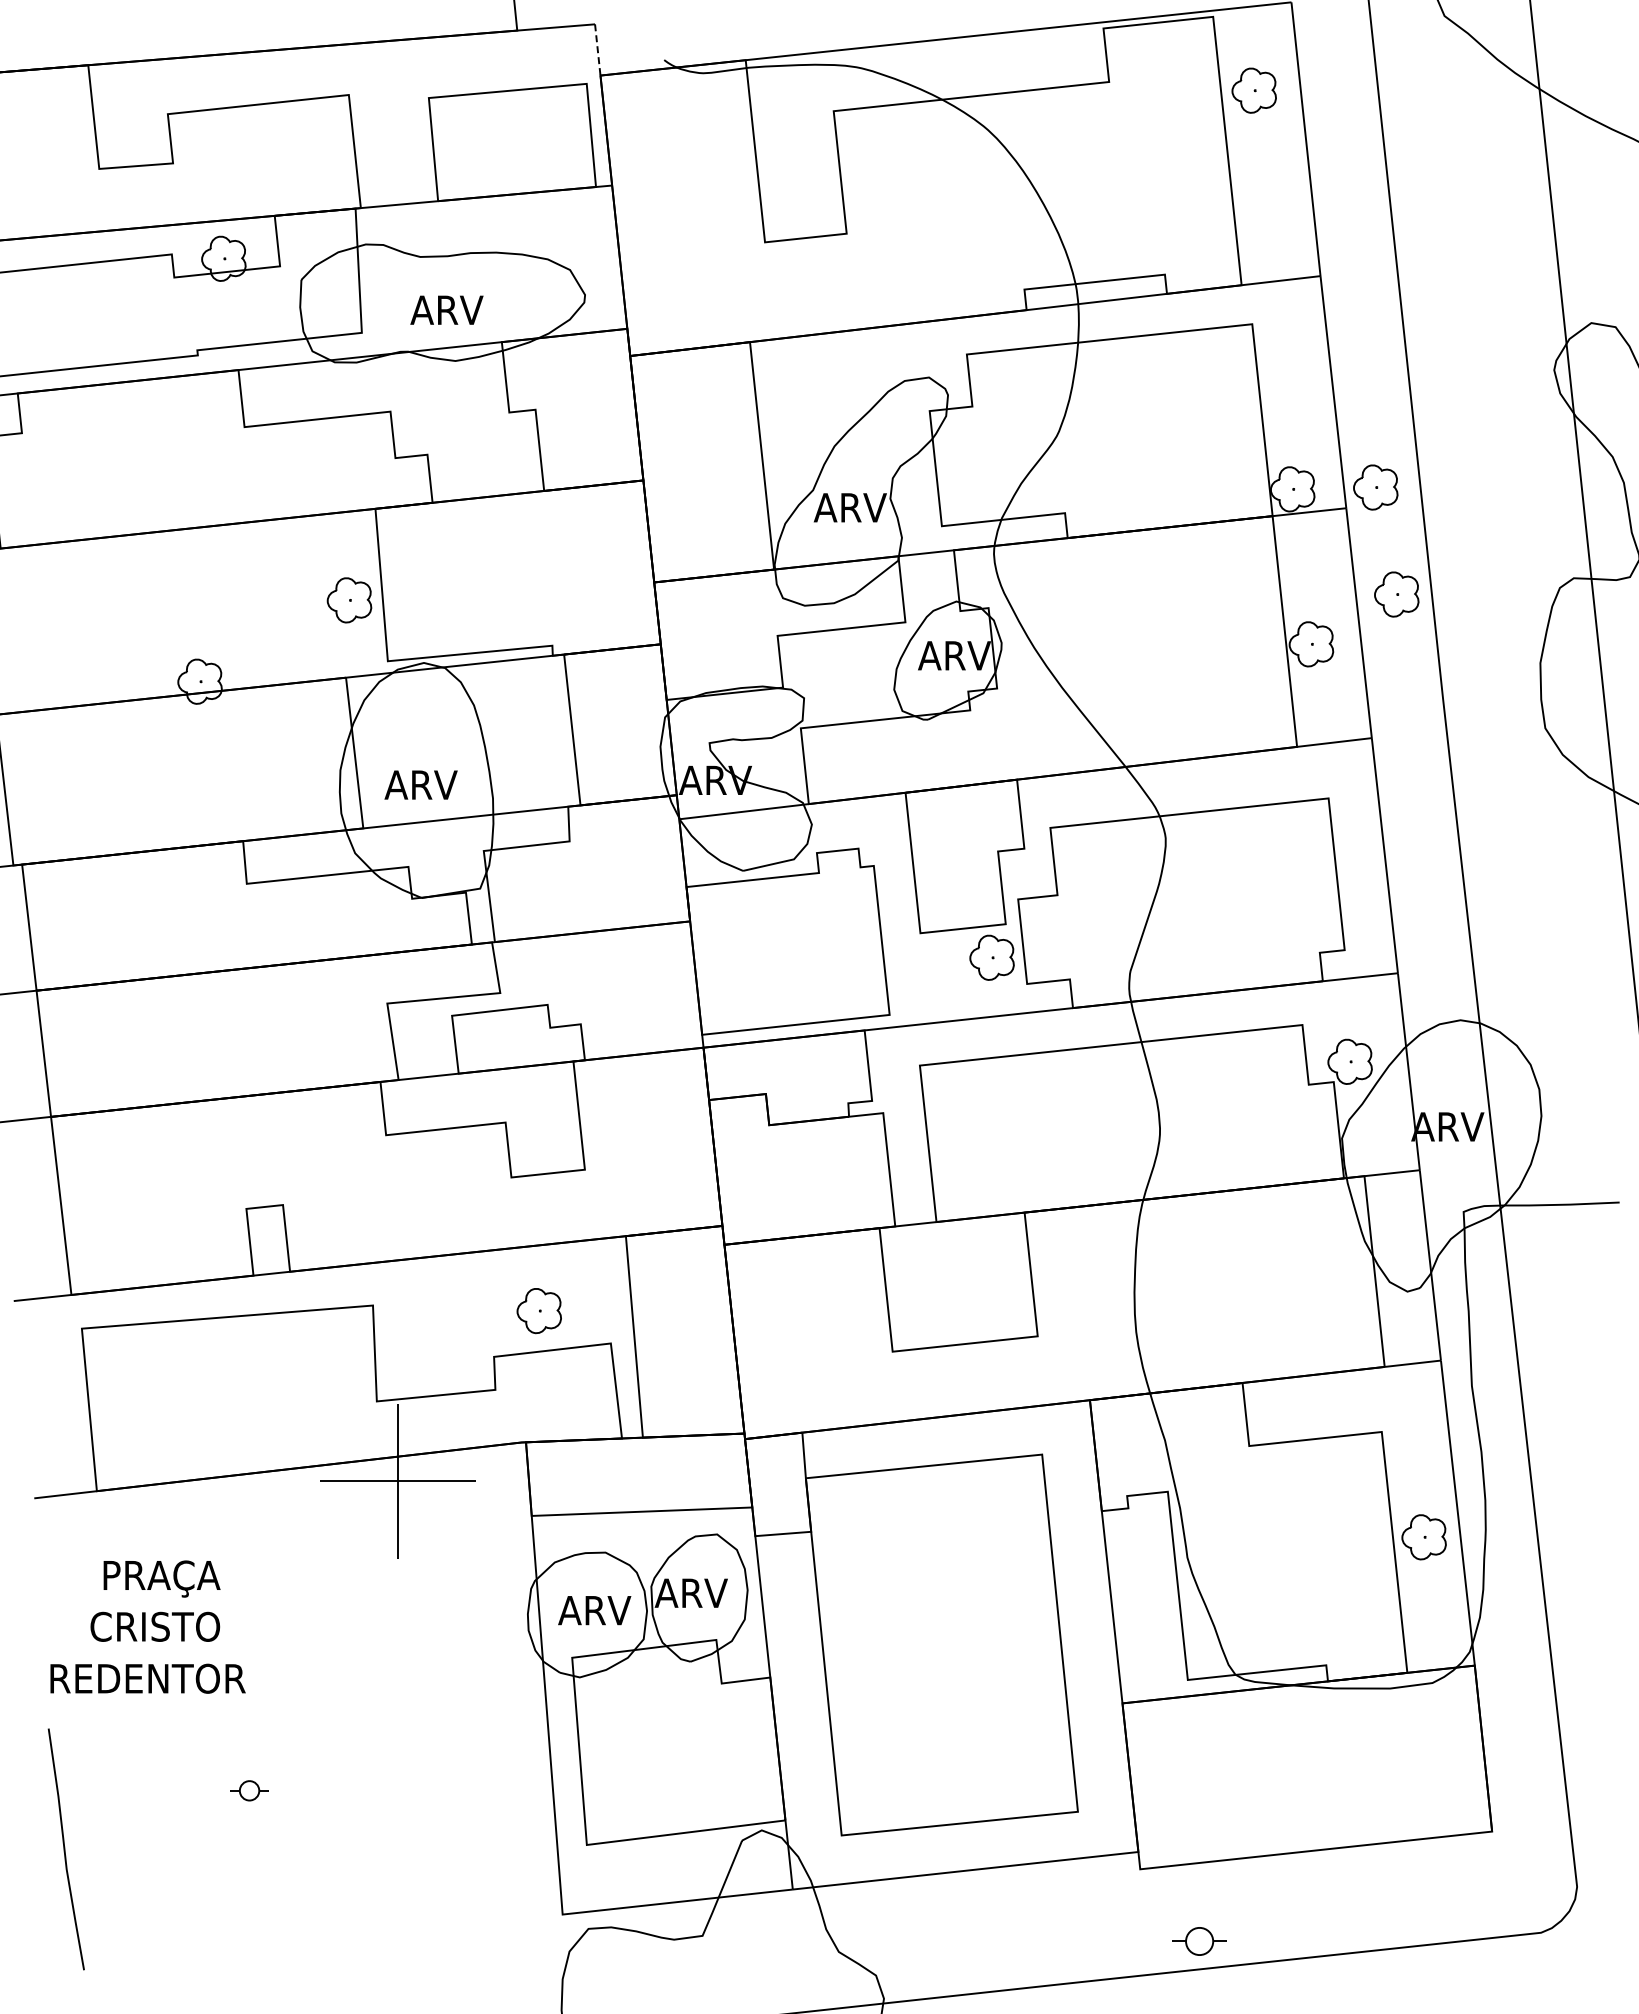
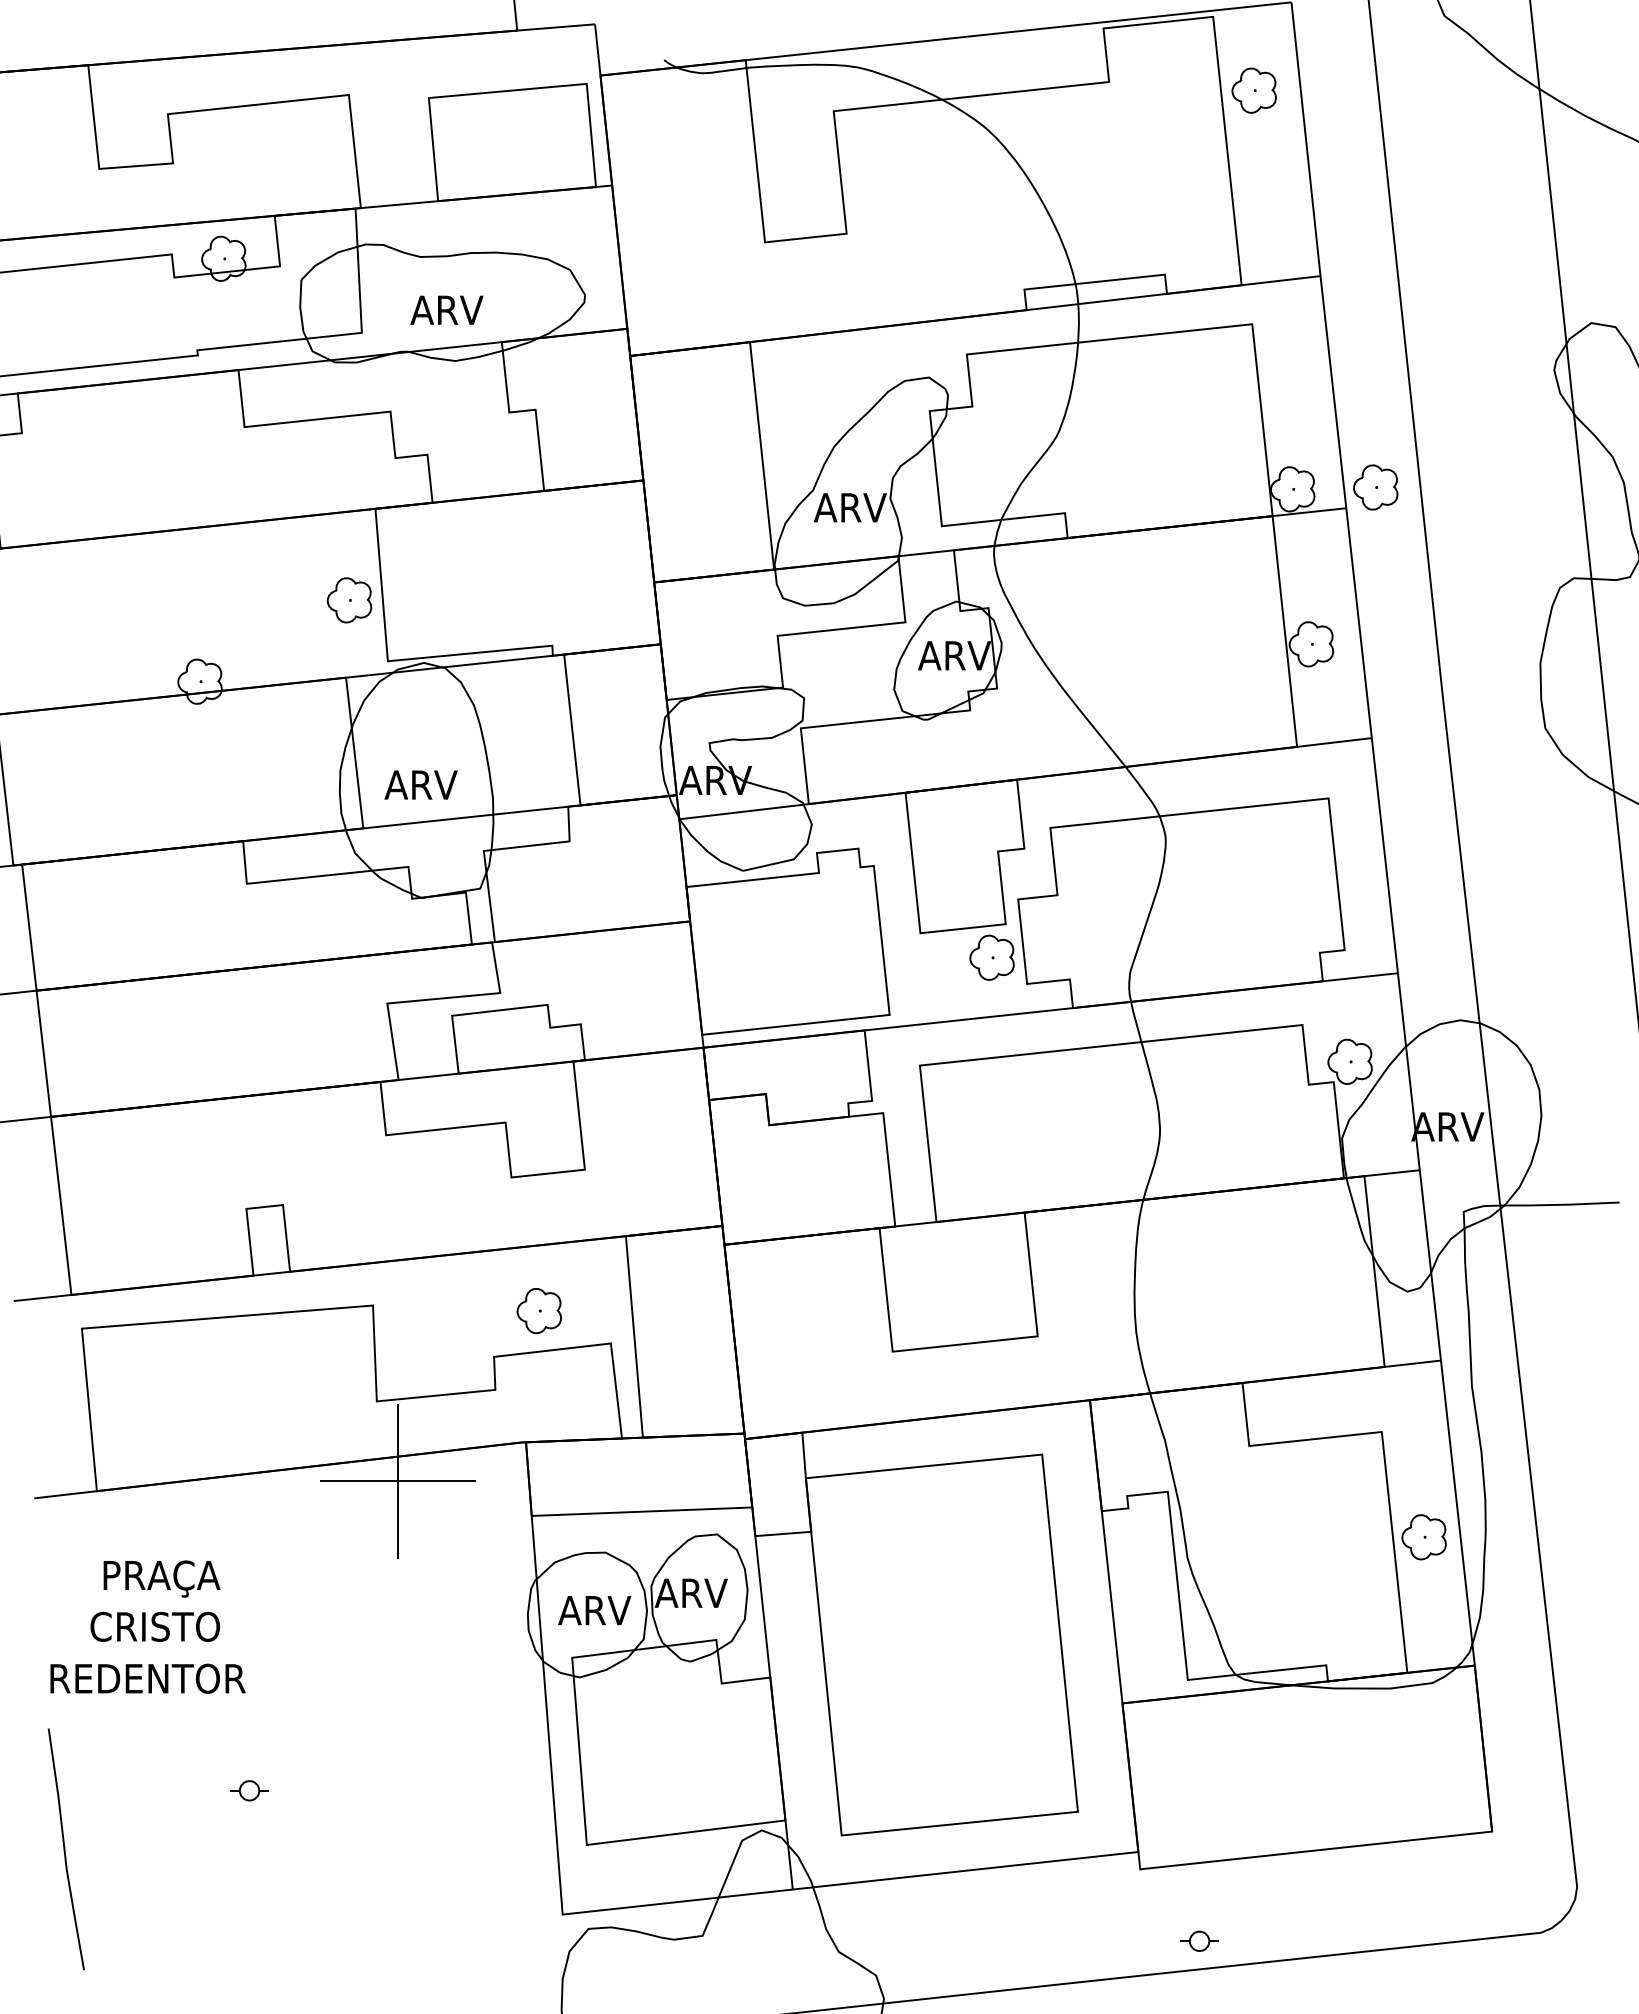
line at (597, 49): dashed -> solid
part at (1396, 594): present -> none
part at (1199, 1941) size: 55x29 px -> 39x22 px
